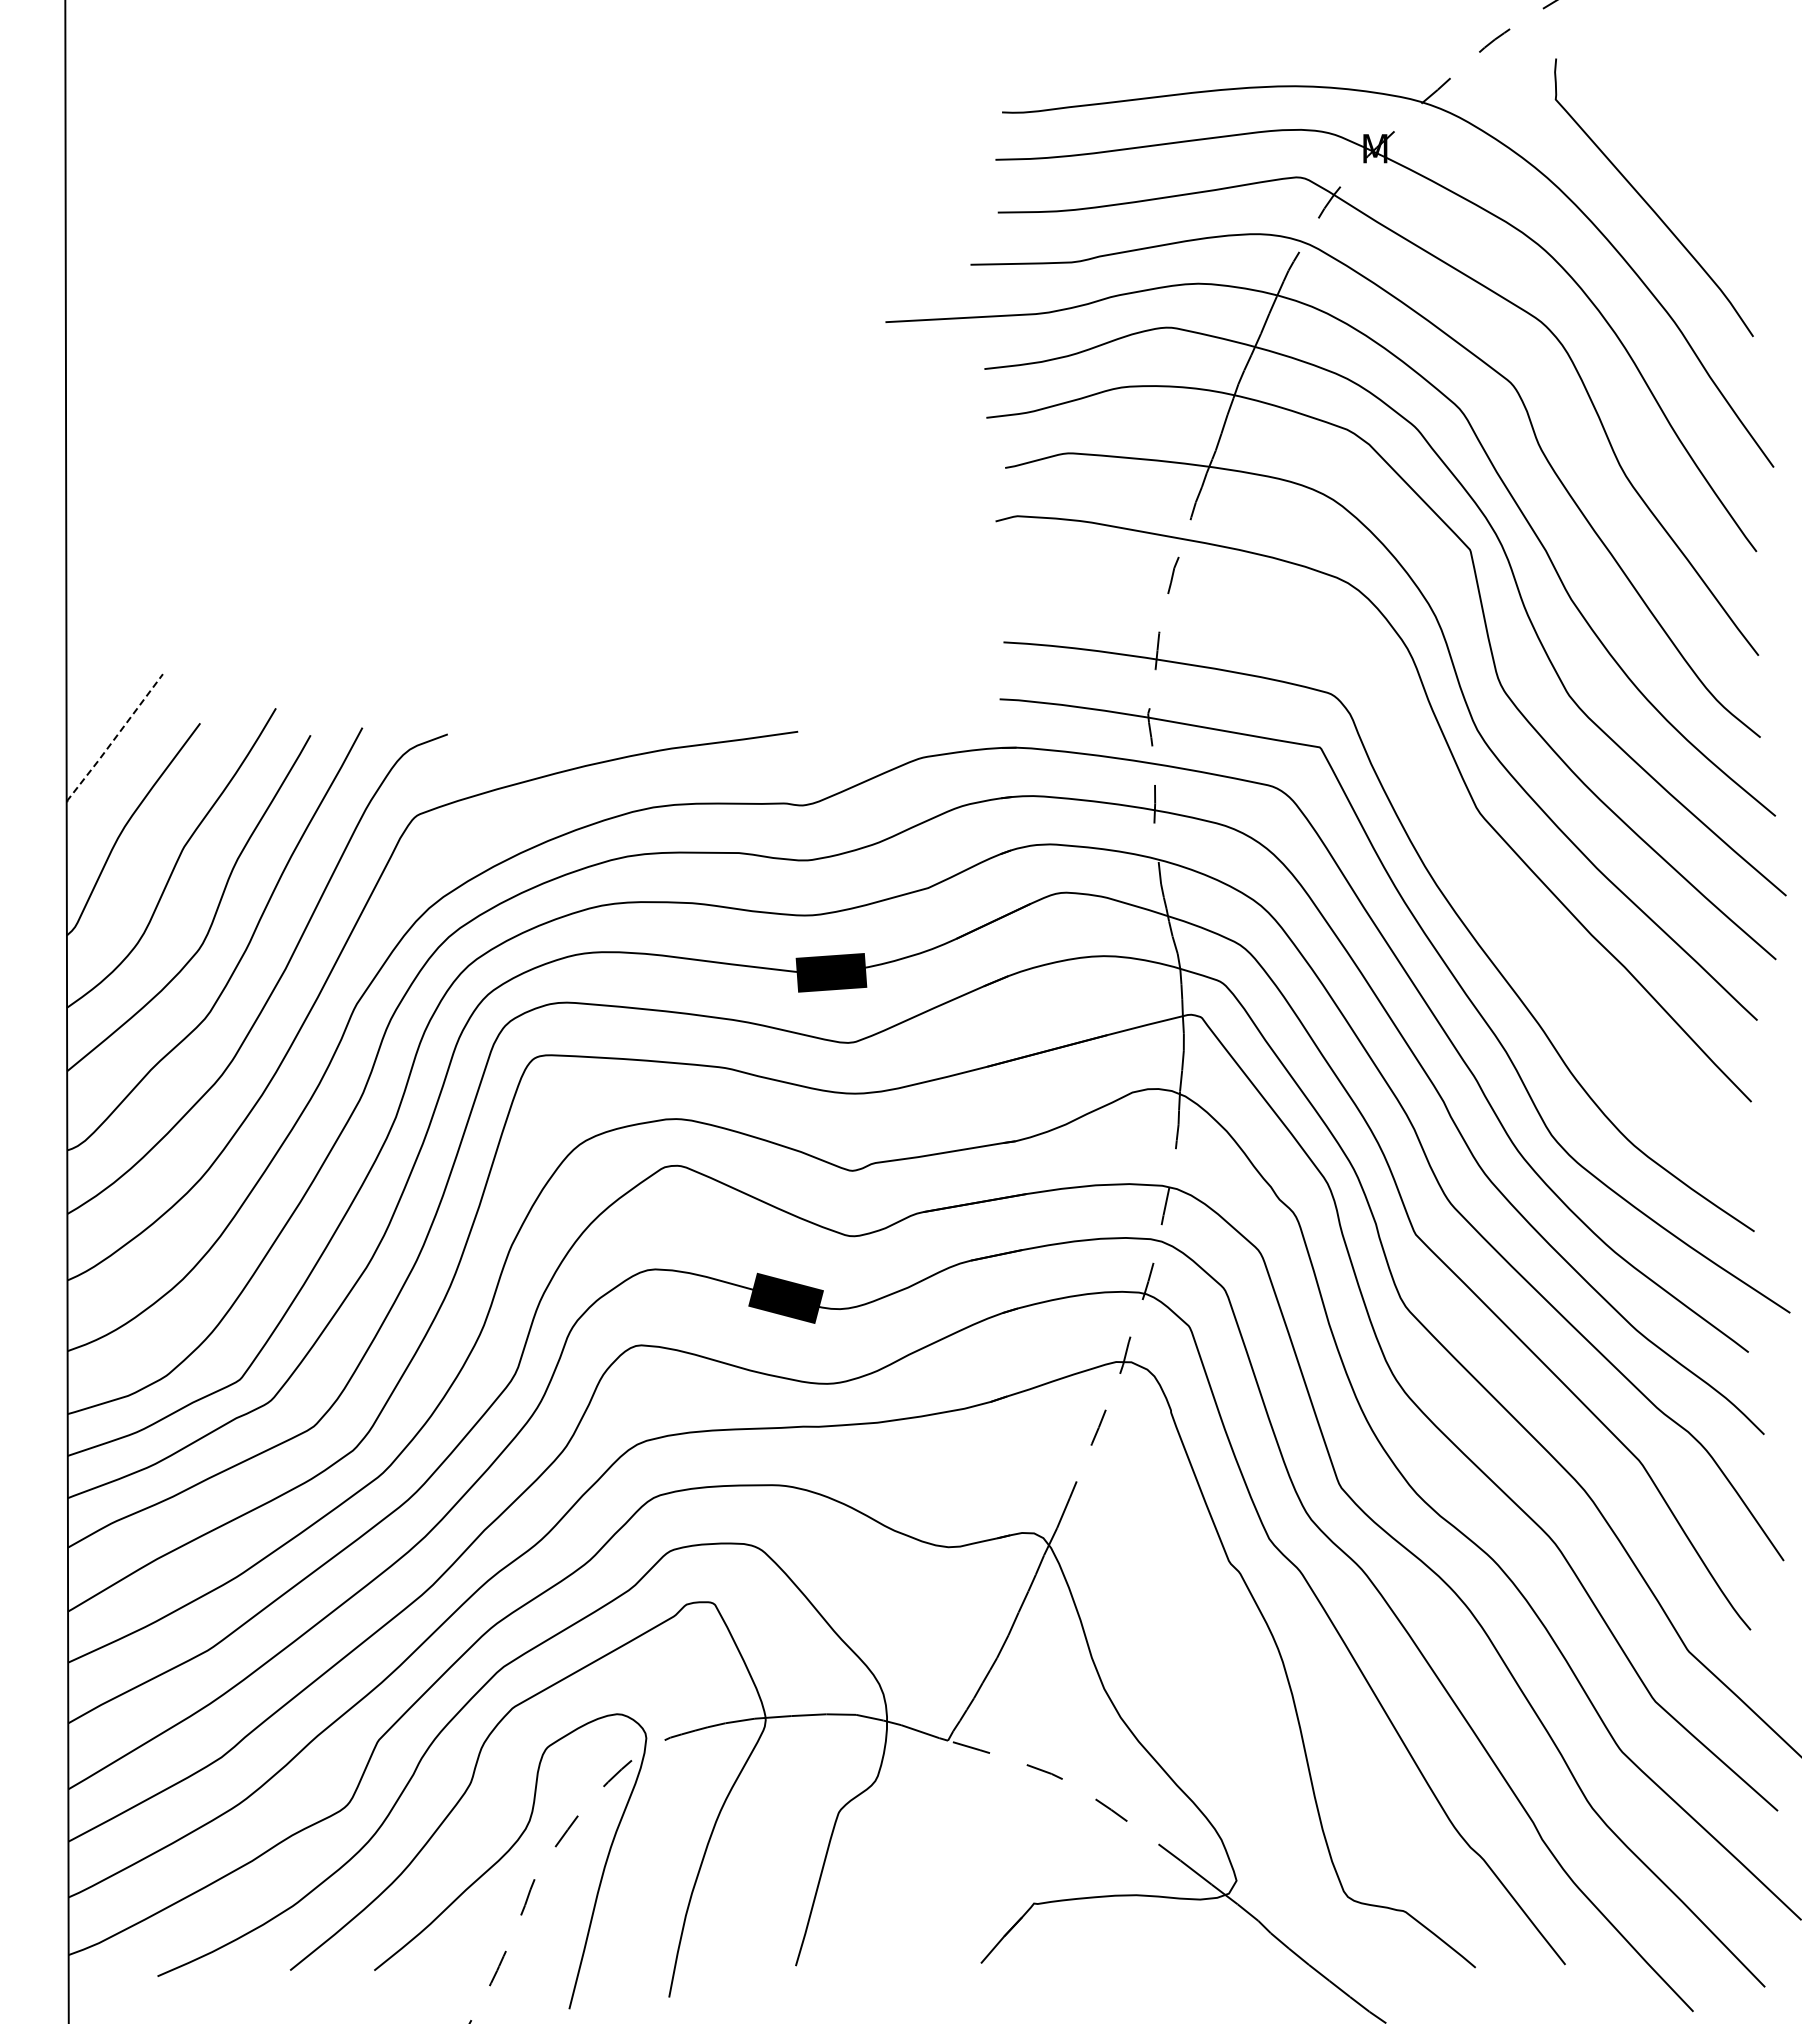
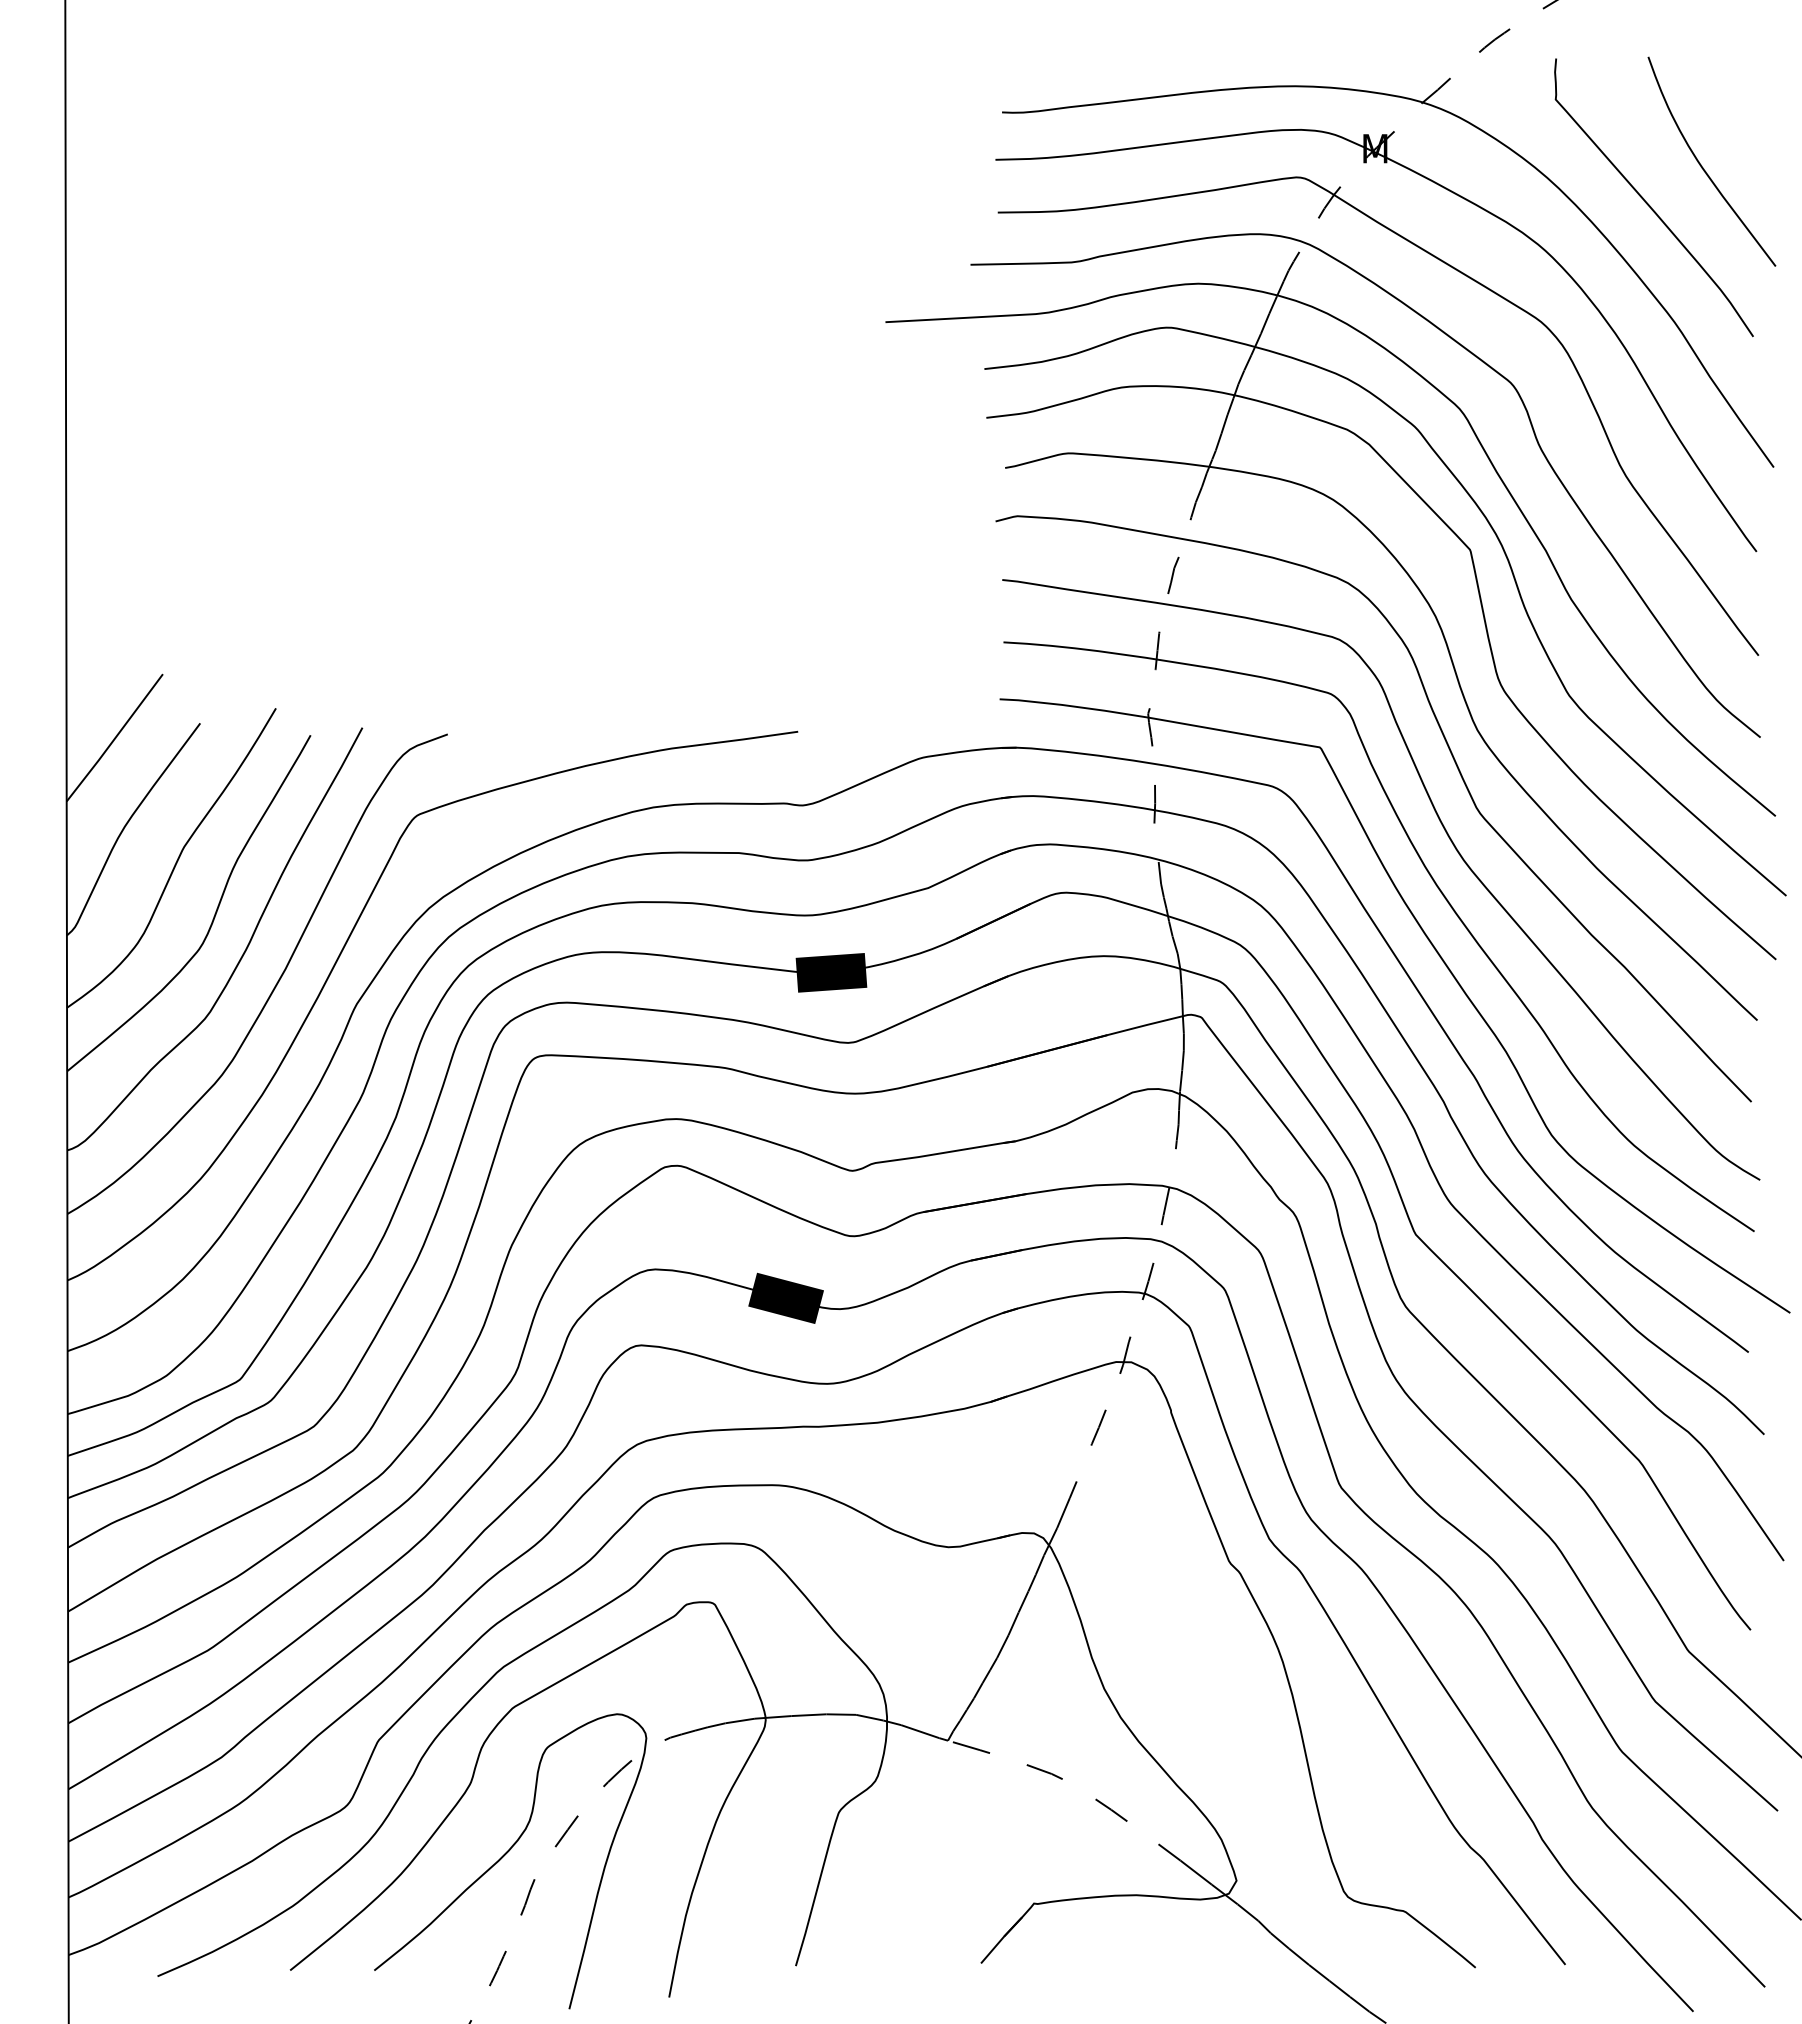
curve at (1703, 167): none -> present
line at (114, 738): dashed -> solid
curve at (1447, 836): none -> present
